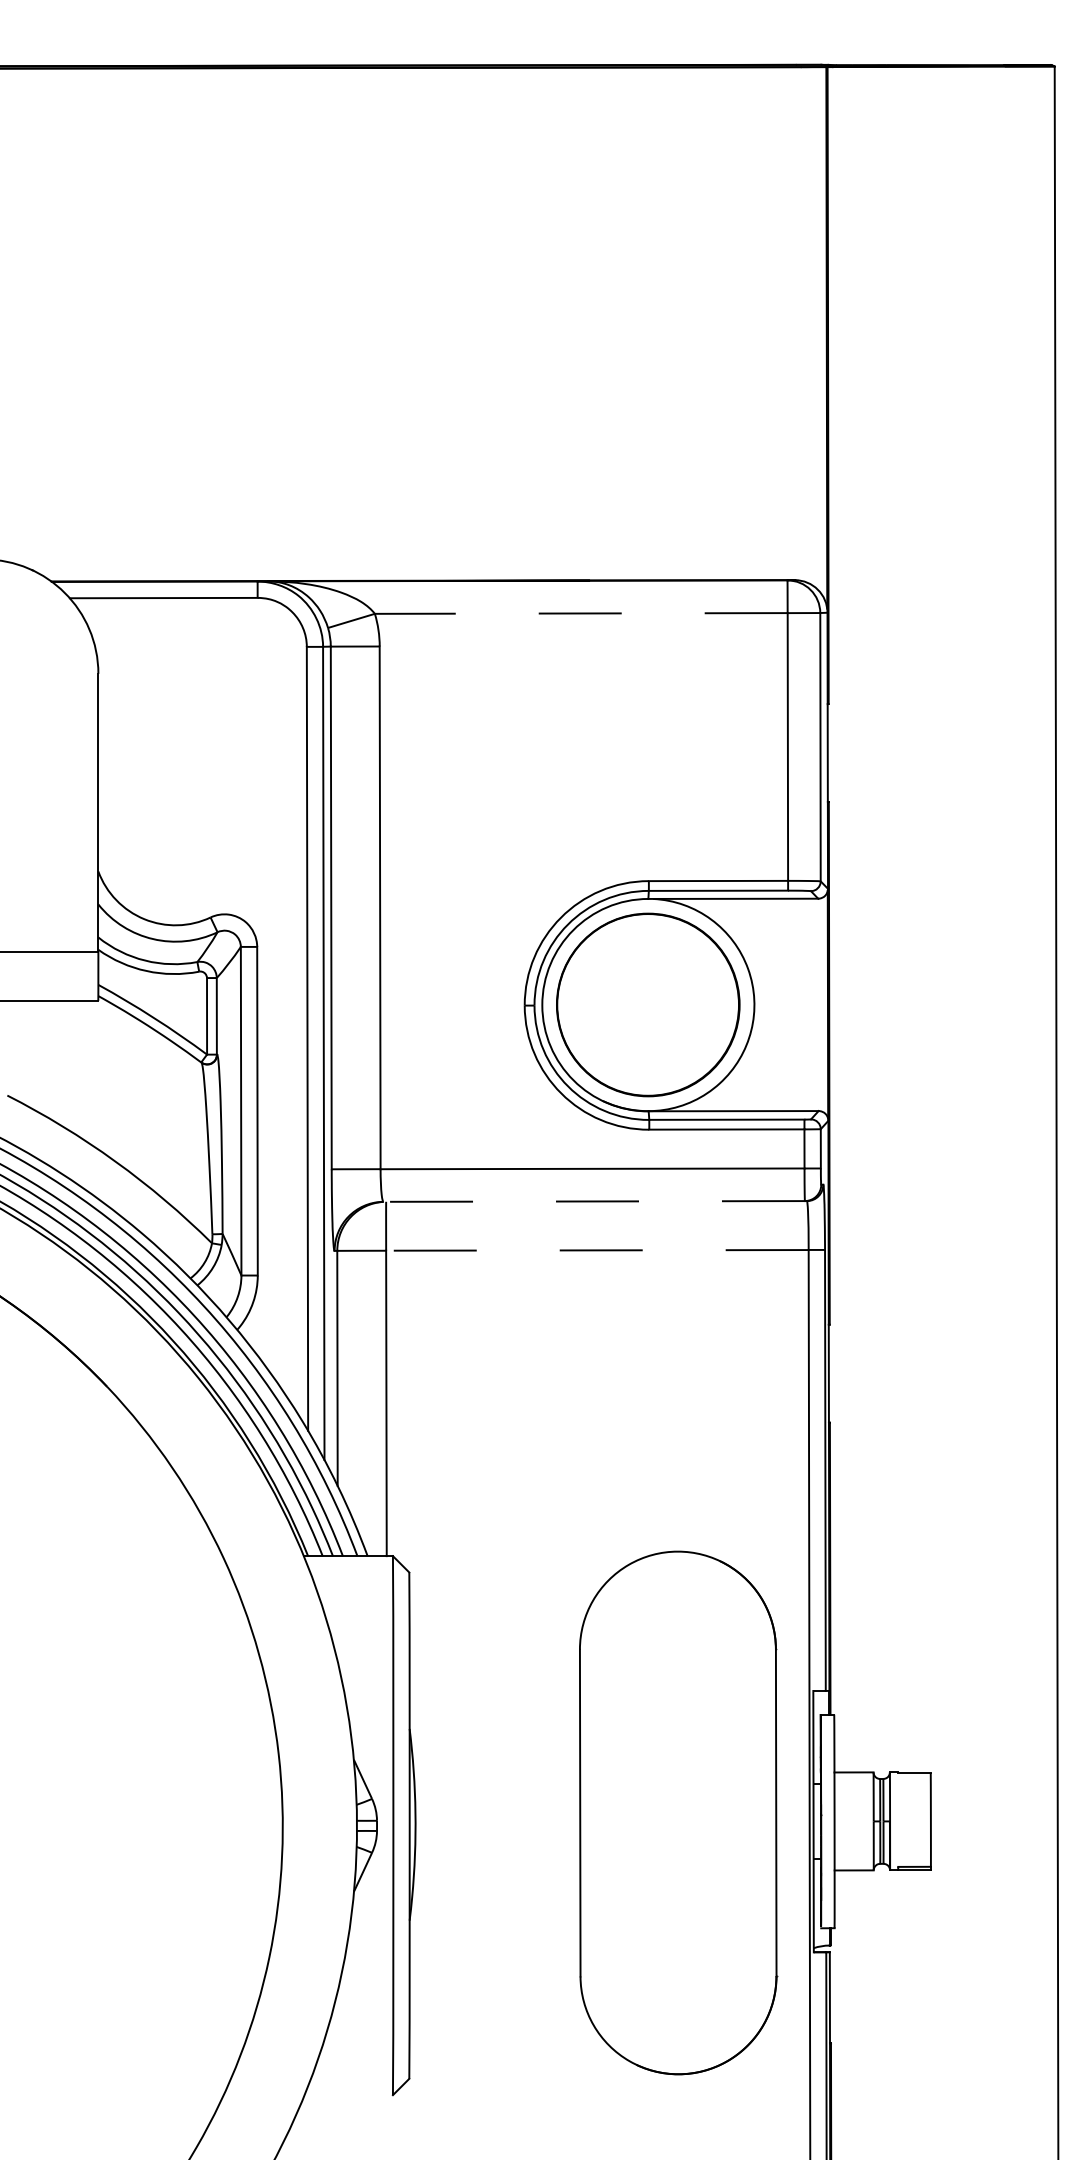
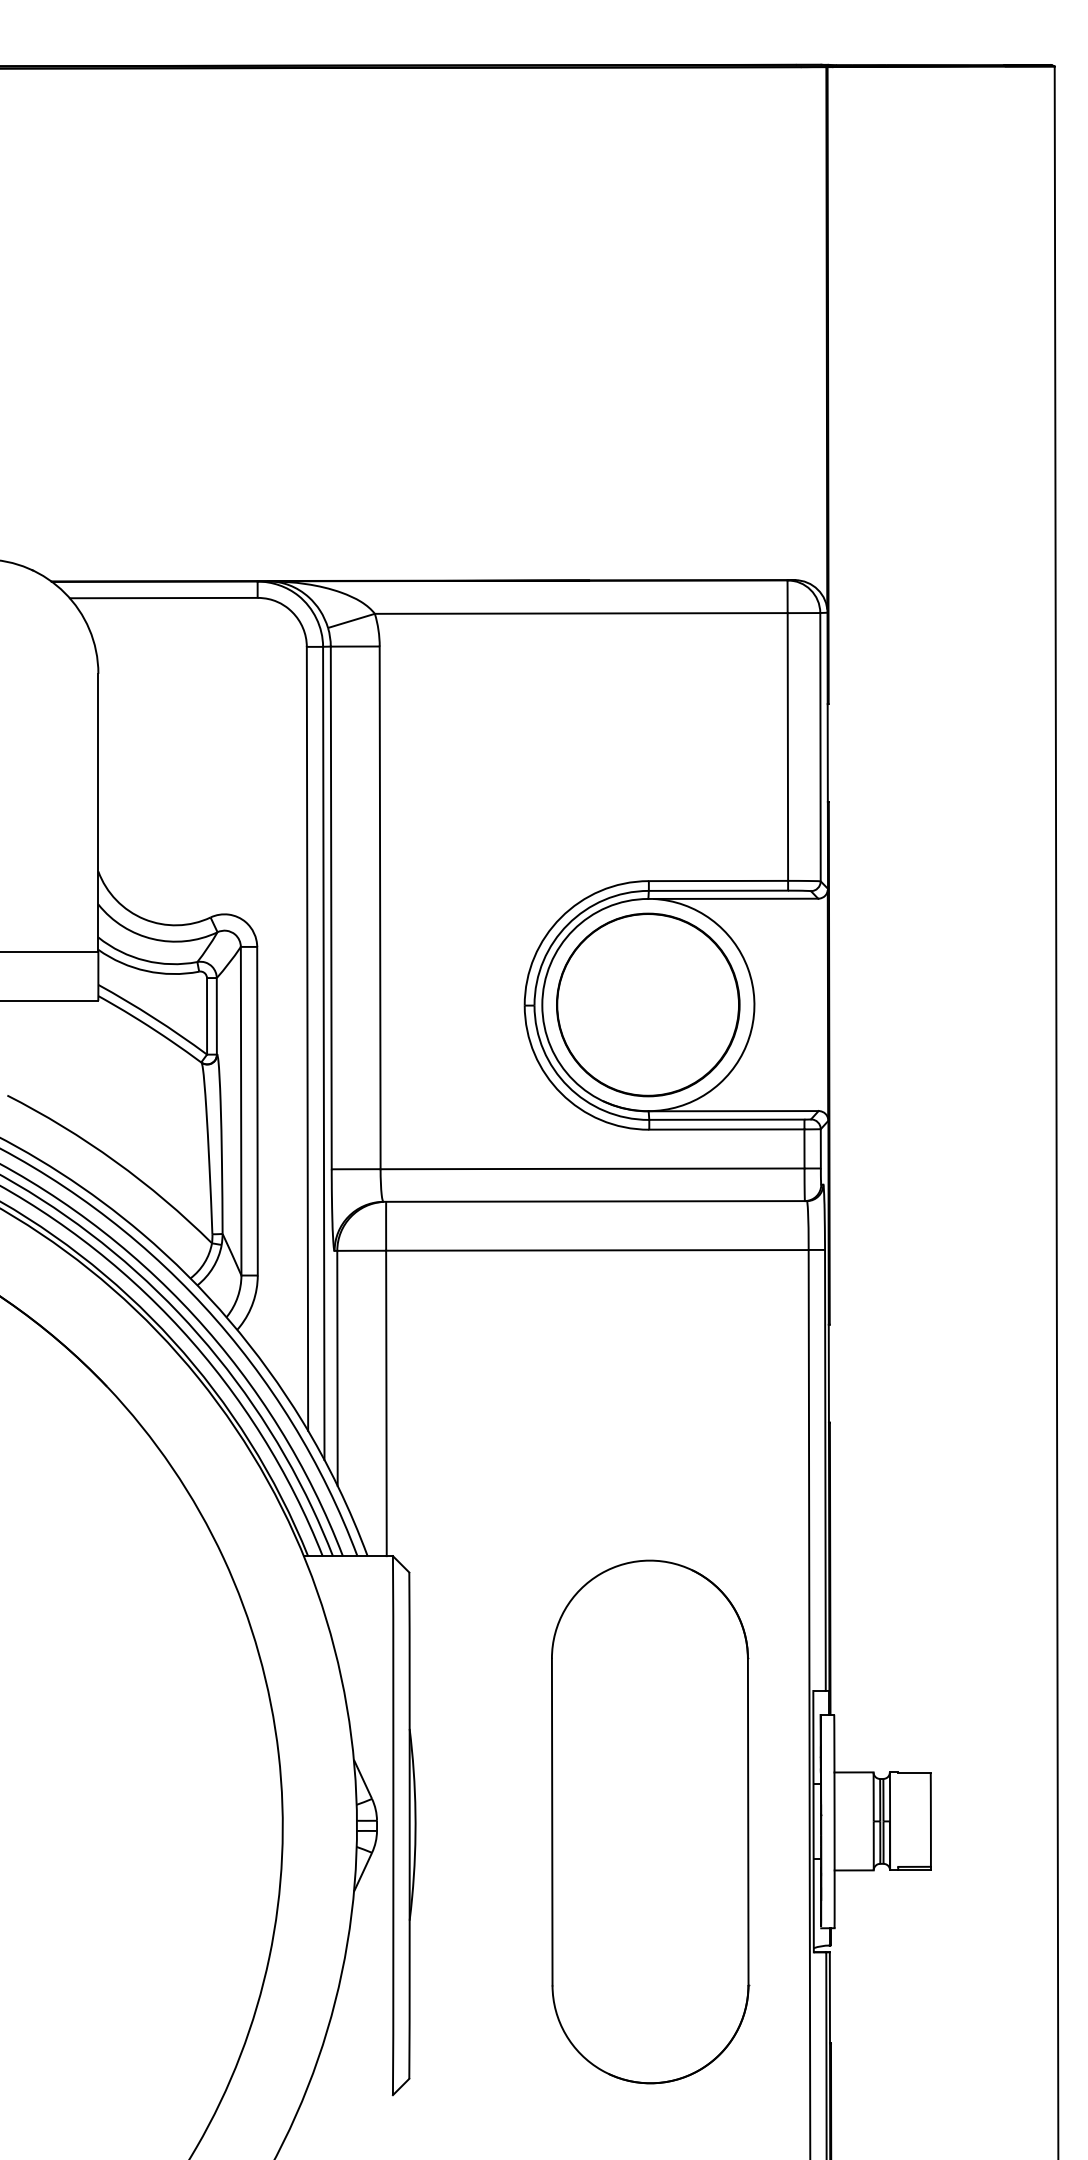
line at (580, 613): dashed -> solid
line at (594, 1201): dashed -> solid
line at (596, 1250): dashed -> solid
part at (678, 1812) position: (678, 1812) -> (650, 1821)
